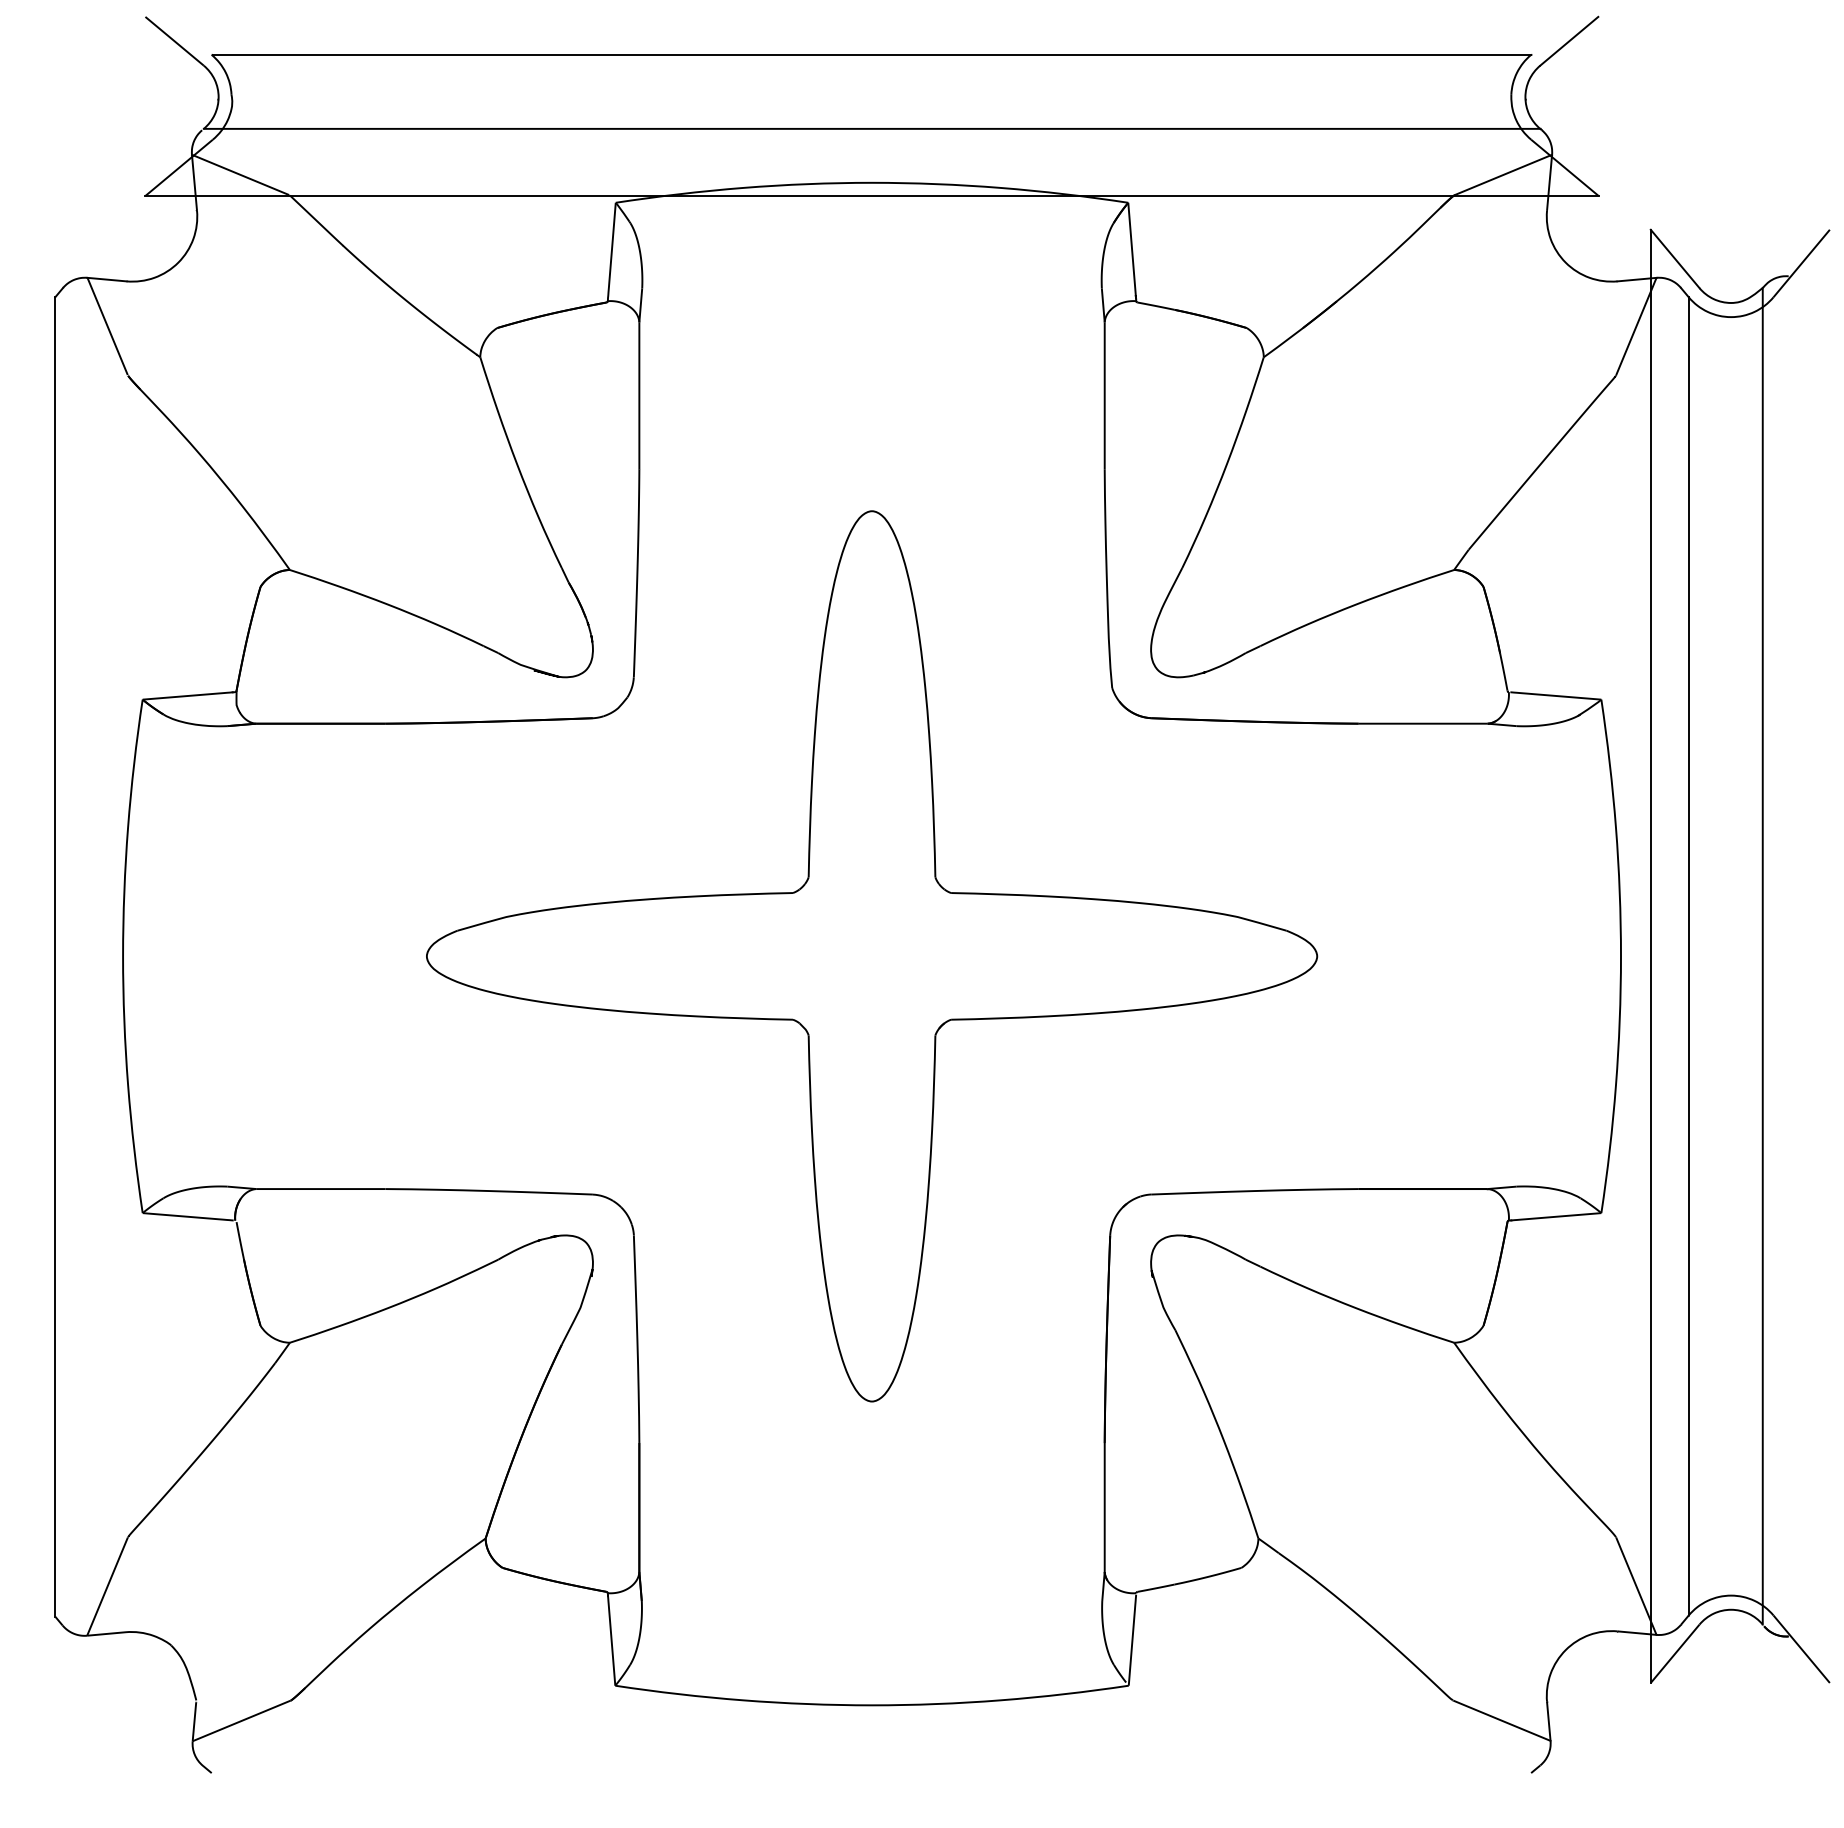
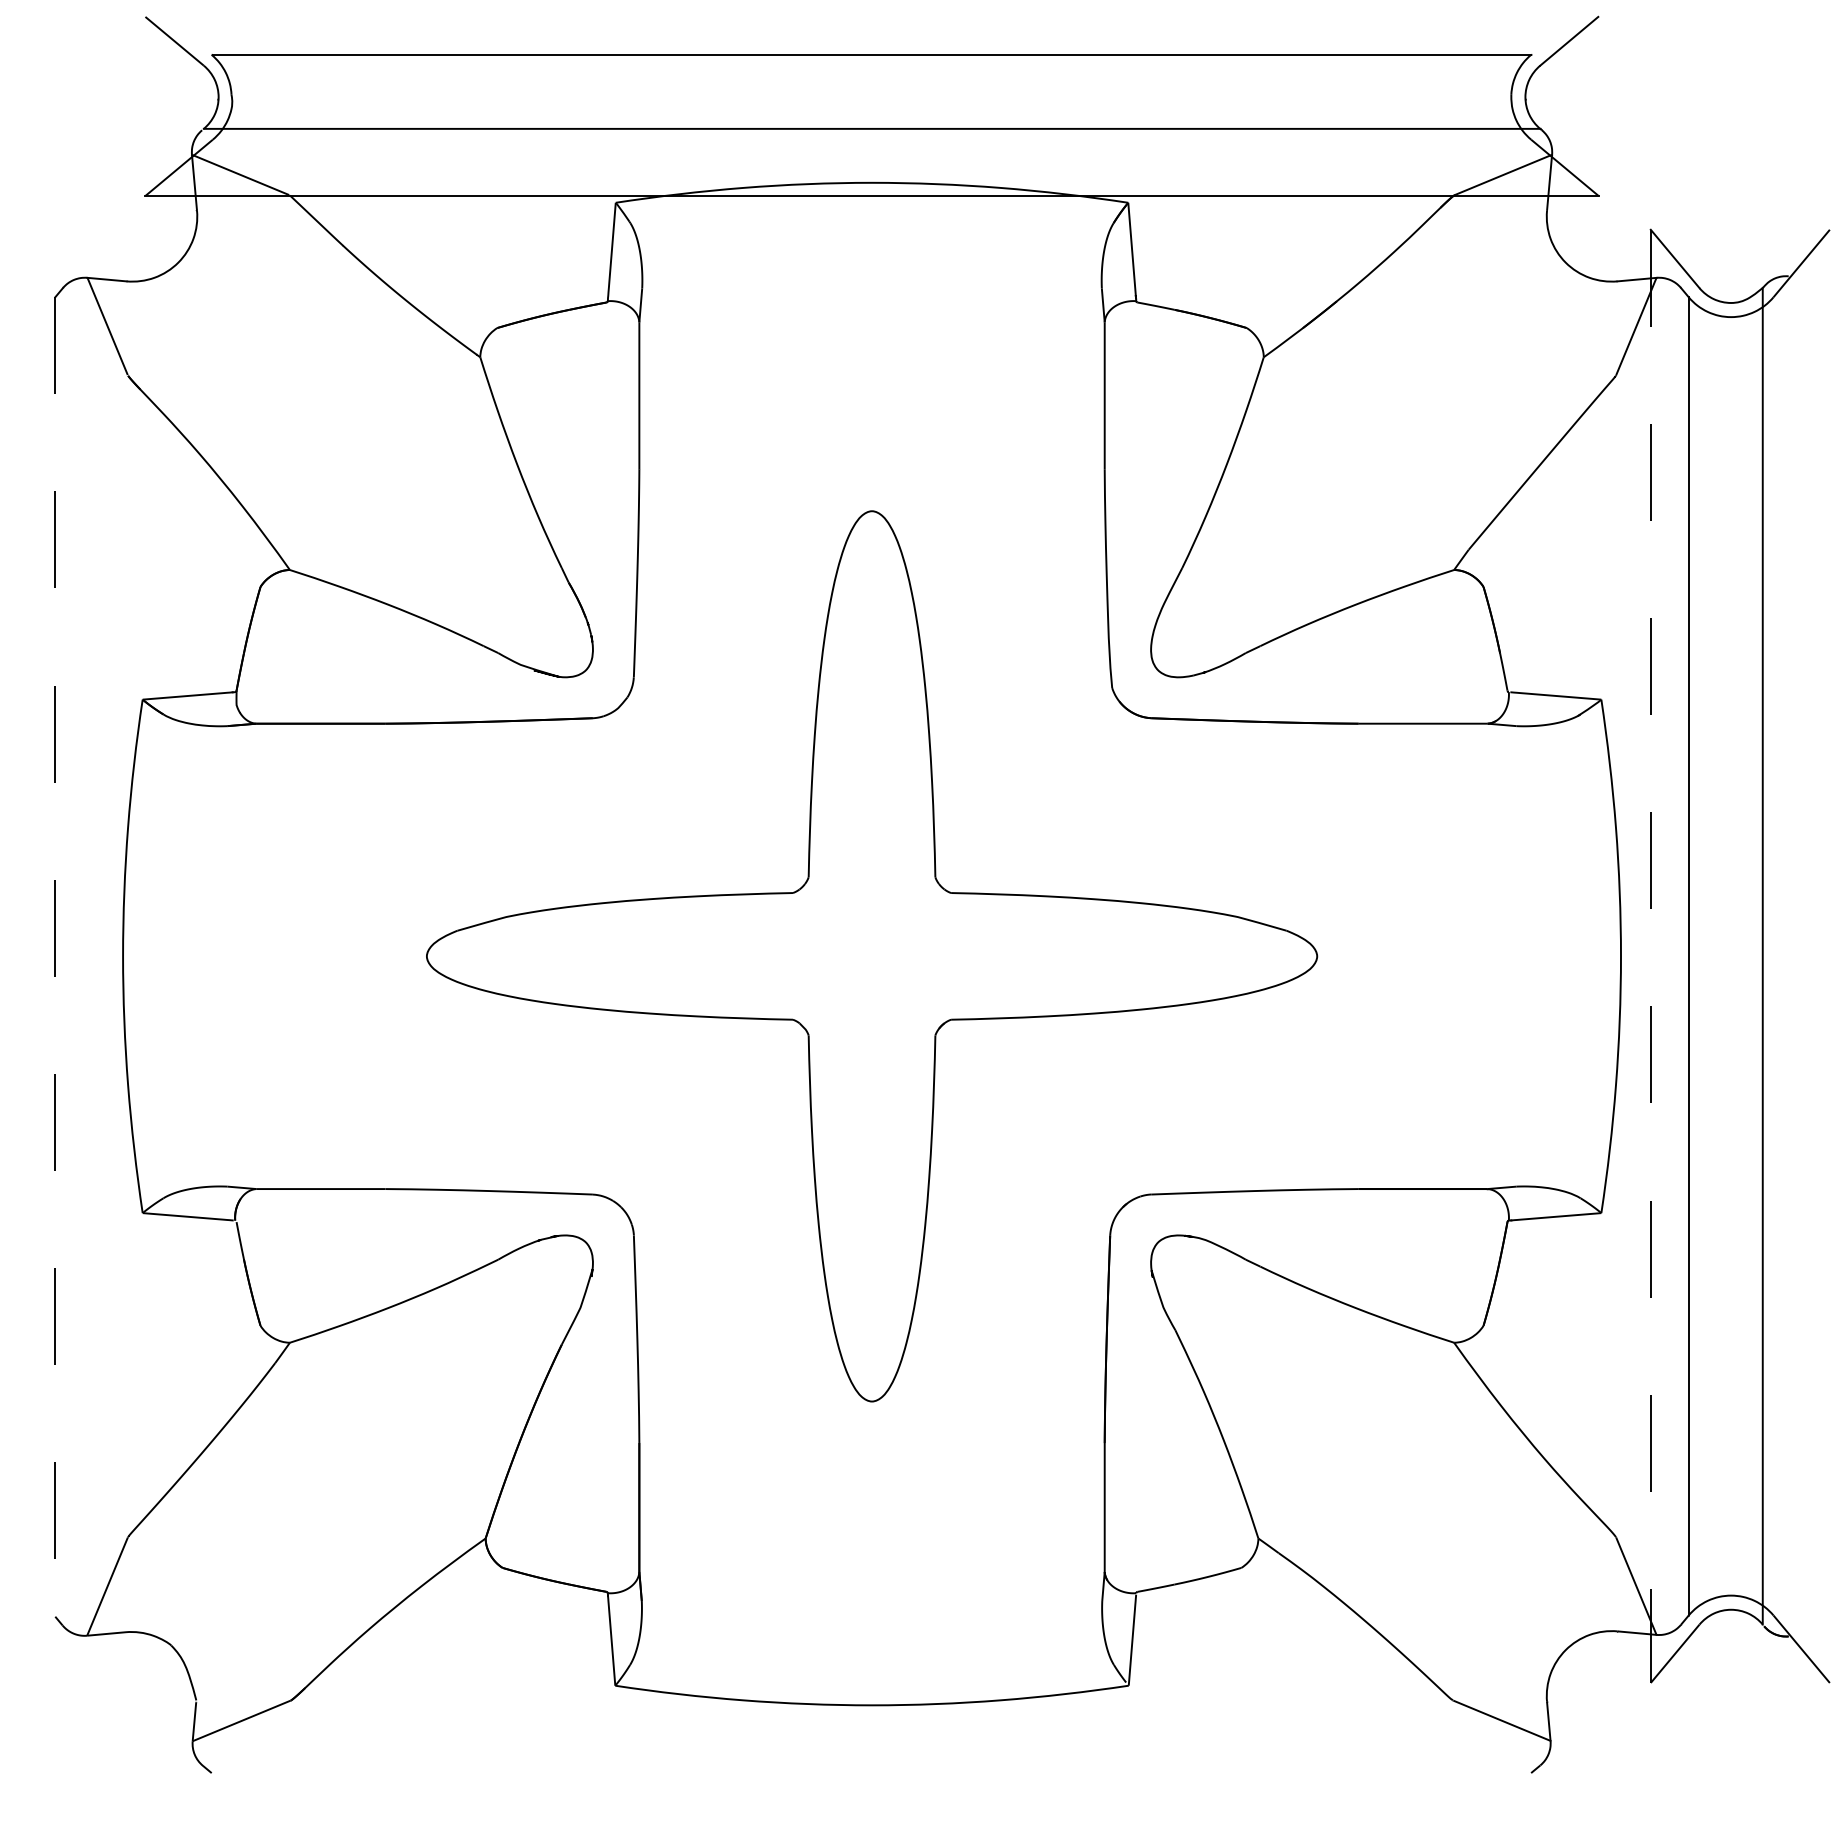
line at (55, 956): solid -> dashed
line at (1650, 956): solid -> dashed
